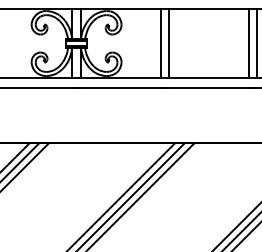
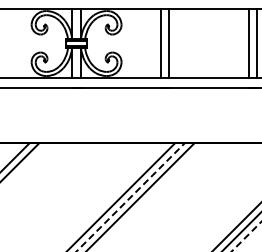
line at (25, 166): present -> none
line at (130, 197): solid -> dashed
line at (246, 236): solid -> dashed
